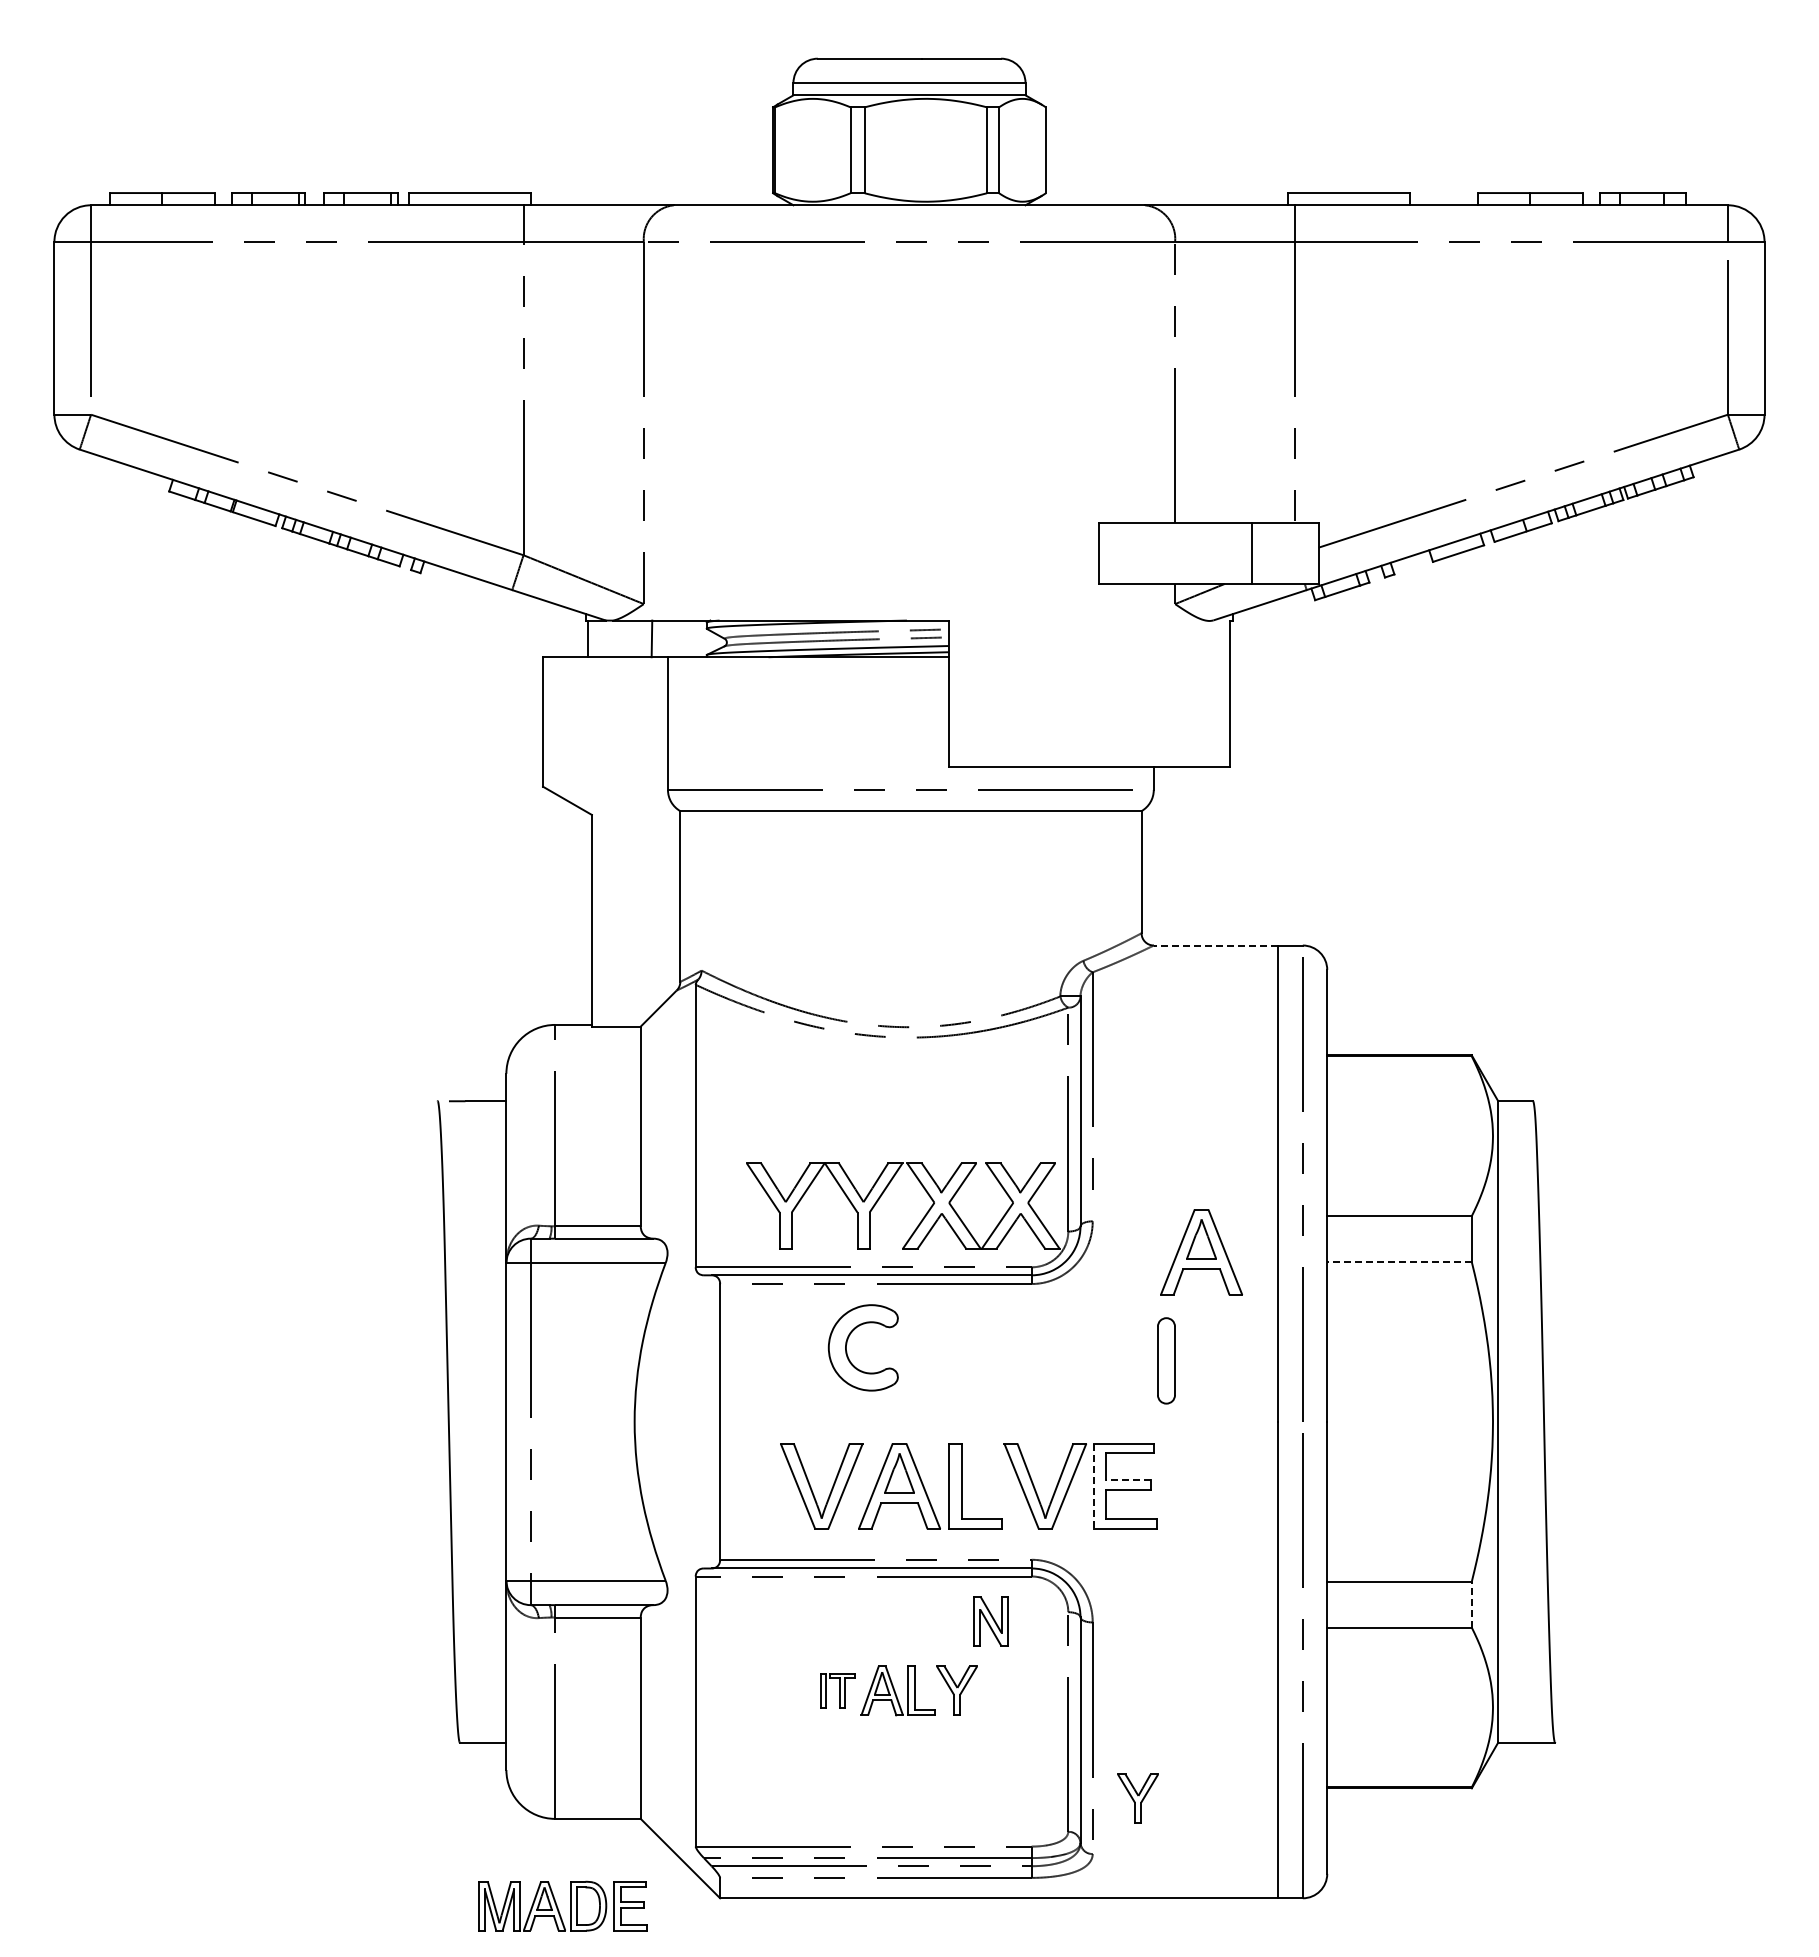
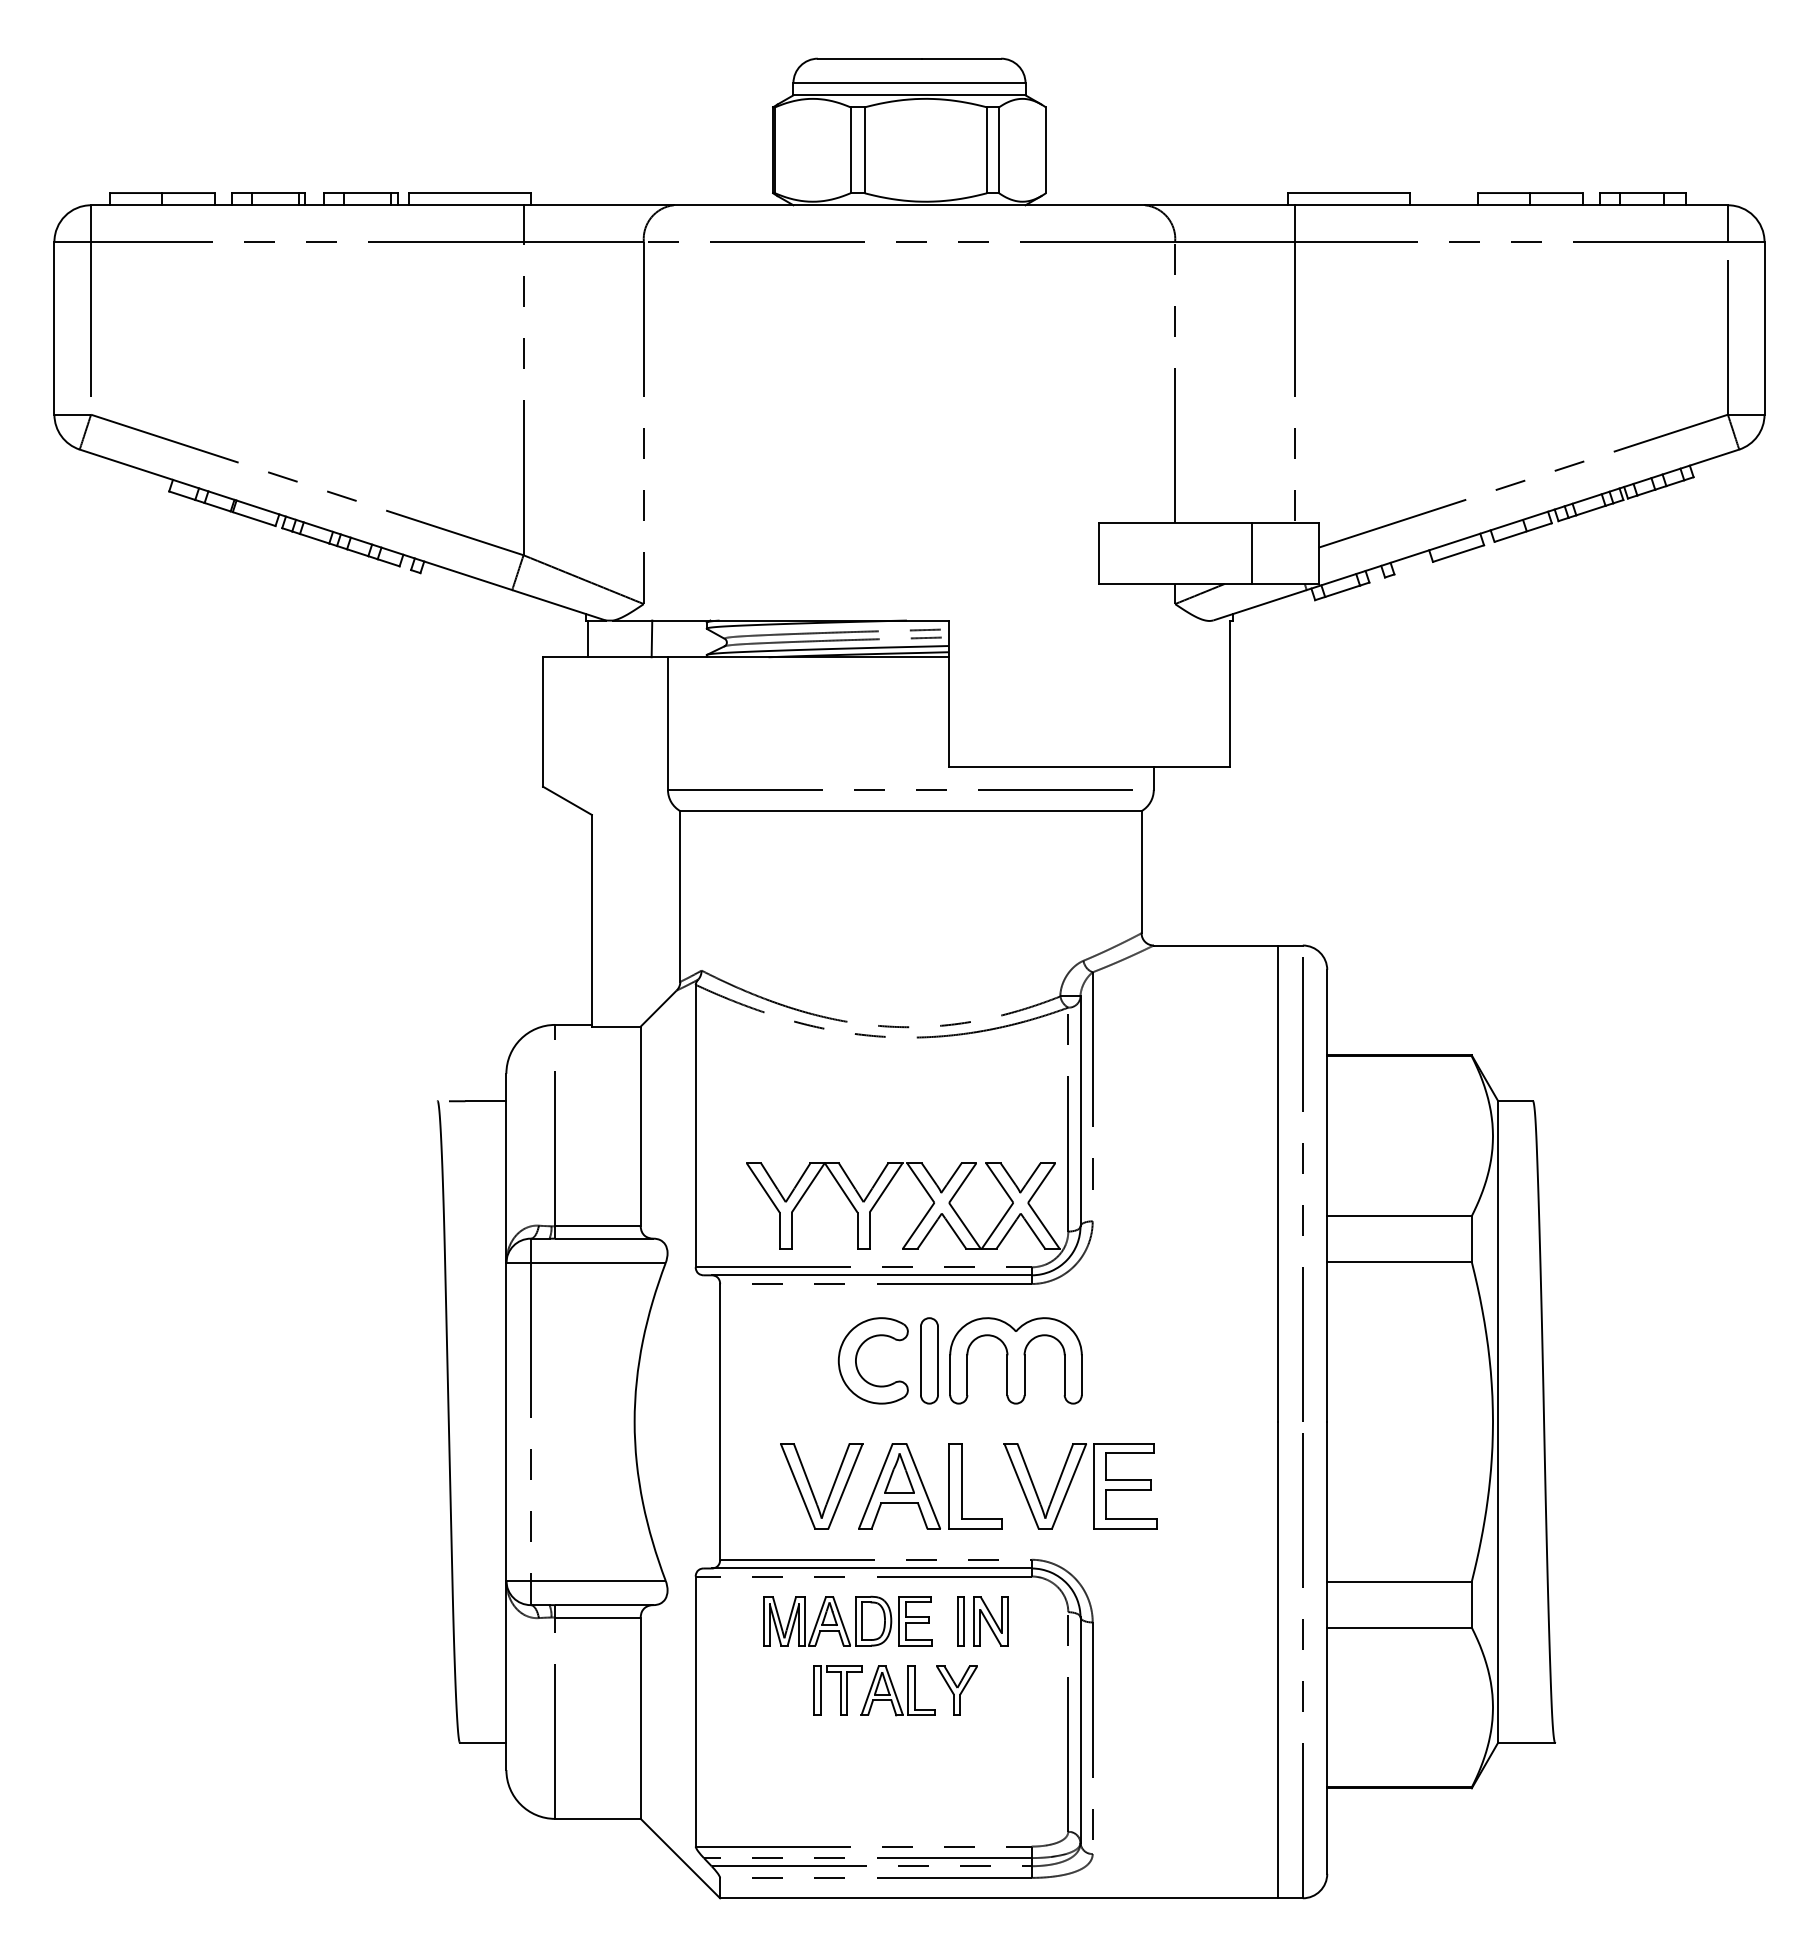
line at (1215, 945): dashed -> solid
part at (1201, 1252): present -> none
line at (1399, 1262): dashed -> solid
part at (847, 1344) position: (847, 1344) -> (857, 1357)
part at (1015, 1360): none -> present
part at (1166, 1360) position: (1166, 1360) -> (929, 1360)
line at (1128, 1479): dashed -> solid
line at (1094, 1486): dashed -> solid
line at (1471, 1604): dashed -> solid
part at (960, 1621): none -> present
part at (837, 1690) size: 36x36 px -> 50x51 px
part at (1137, 1798): present -> none
part at (562, 1905) position: (562, 1905) -> (847, 1620)
